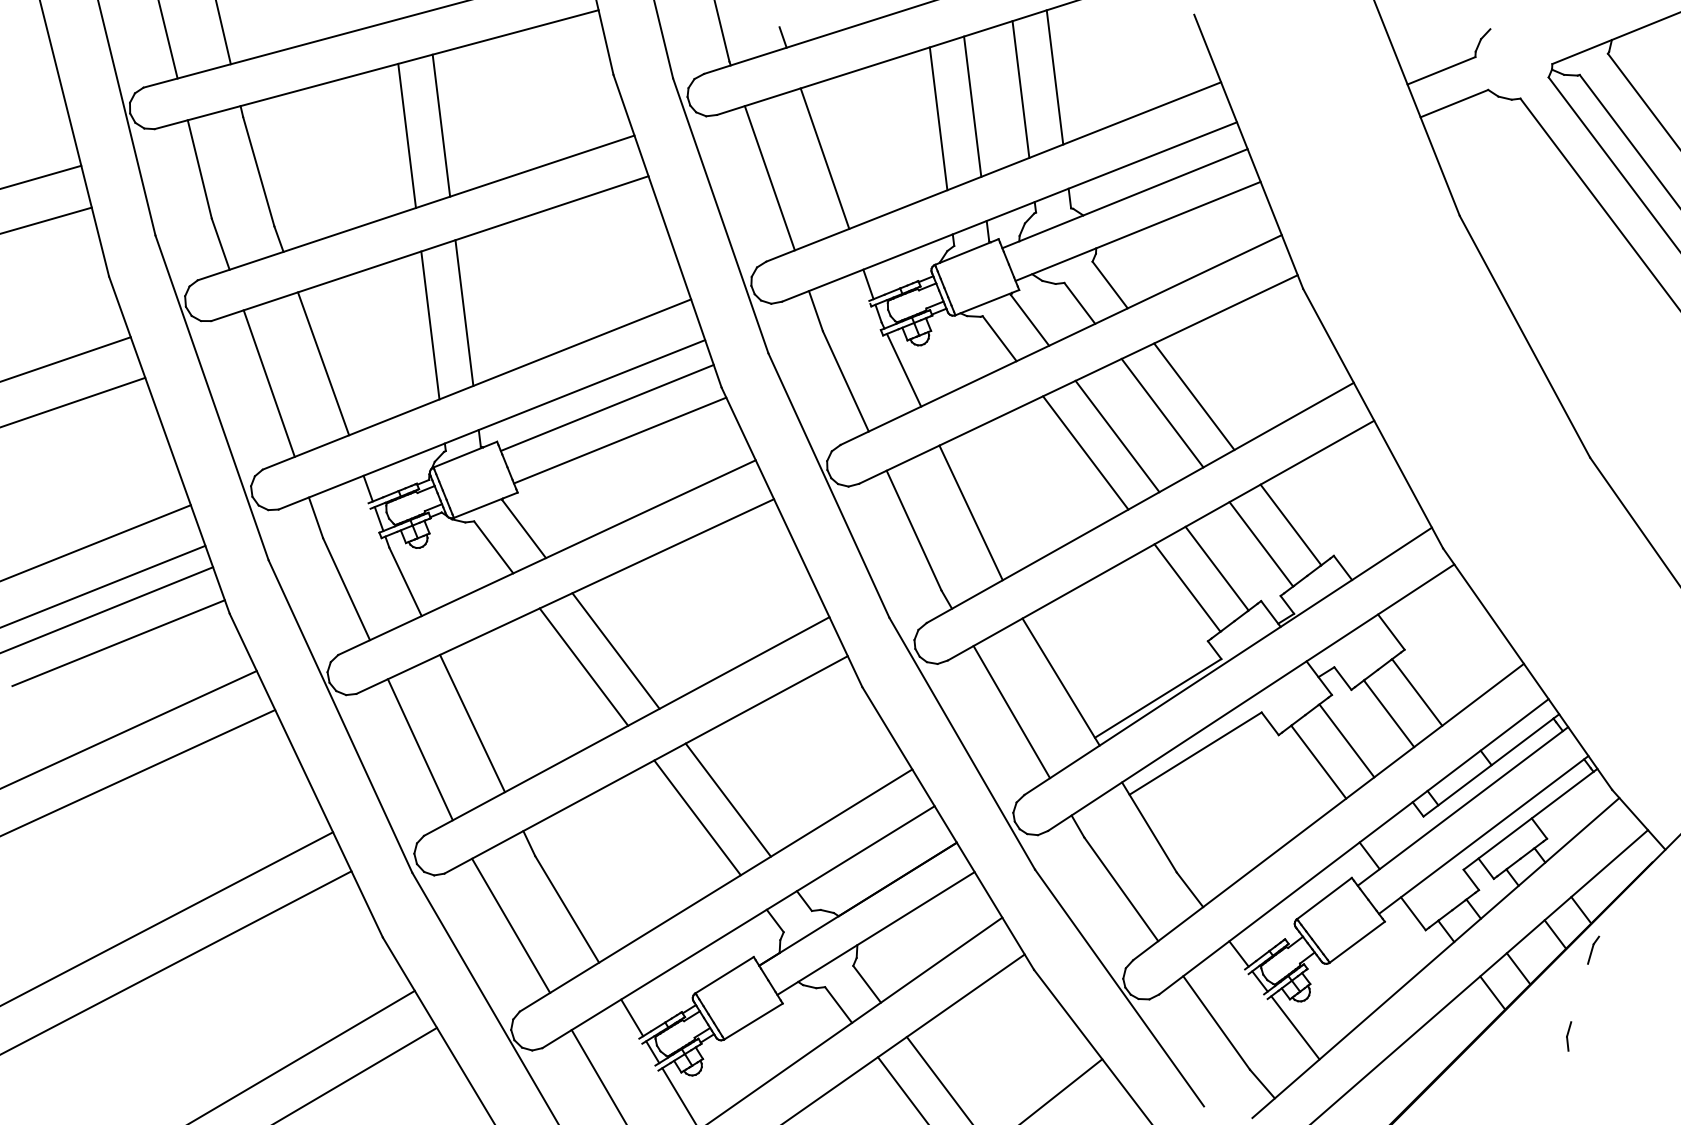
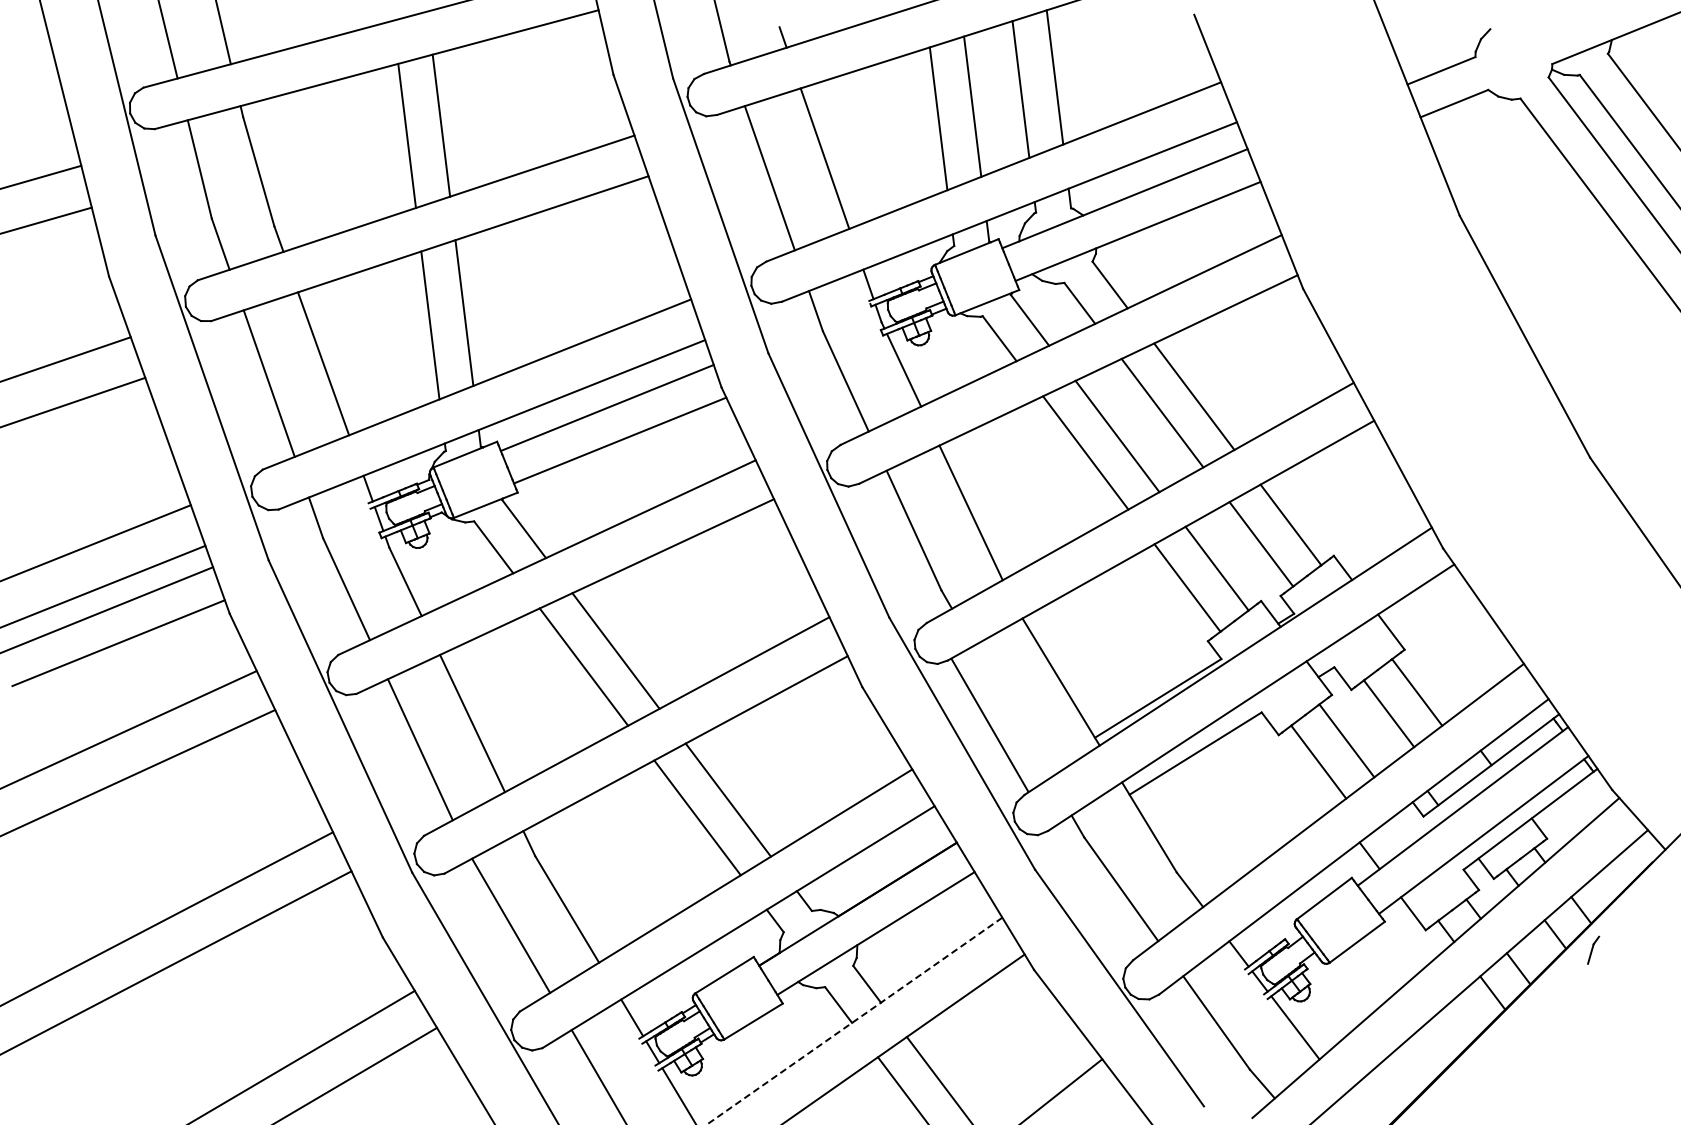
line at (1011, 712) position: (1011, 712) -> (989, 725)
line at (854, 1021): solid -> dashed
part at (1569, 1036): present -> none
